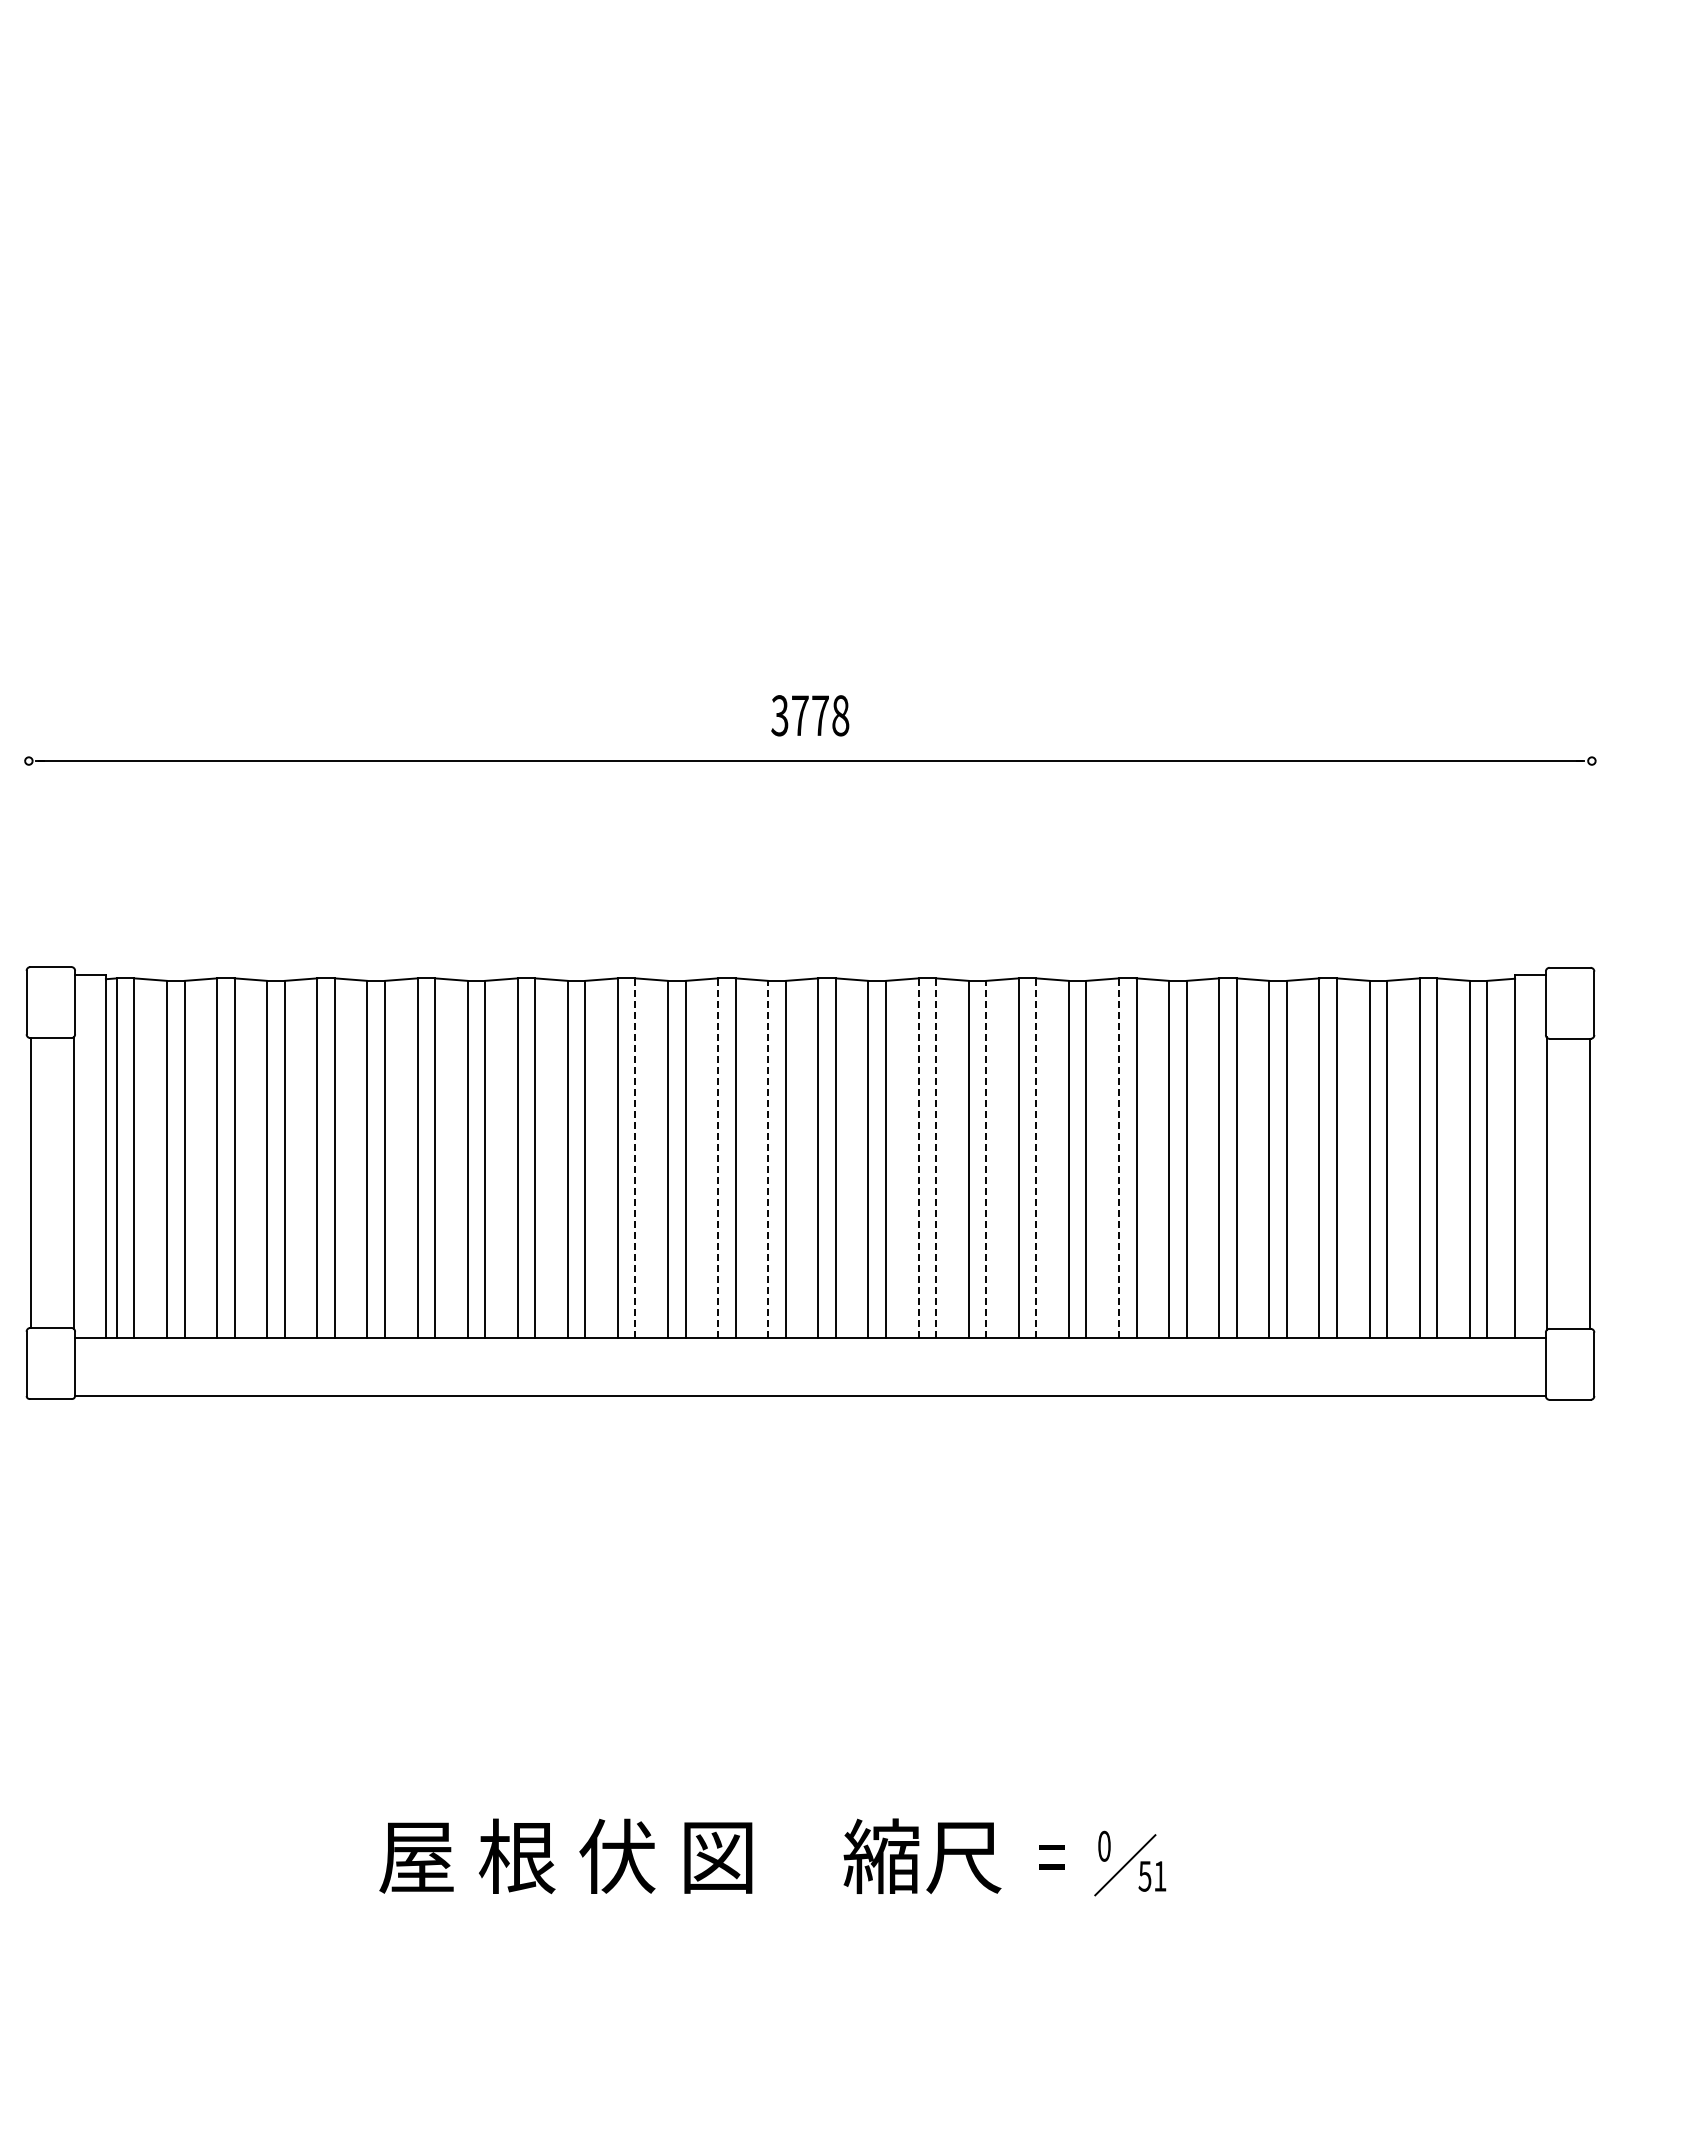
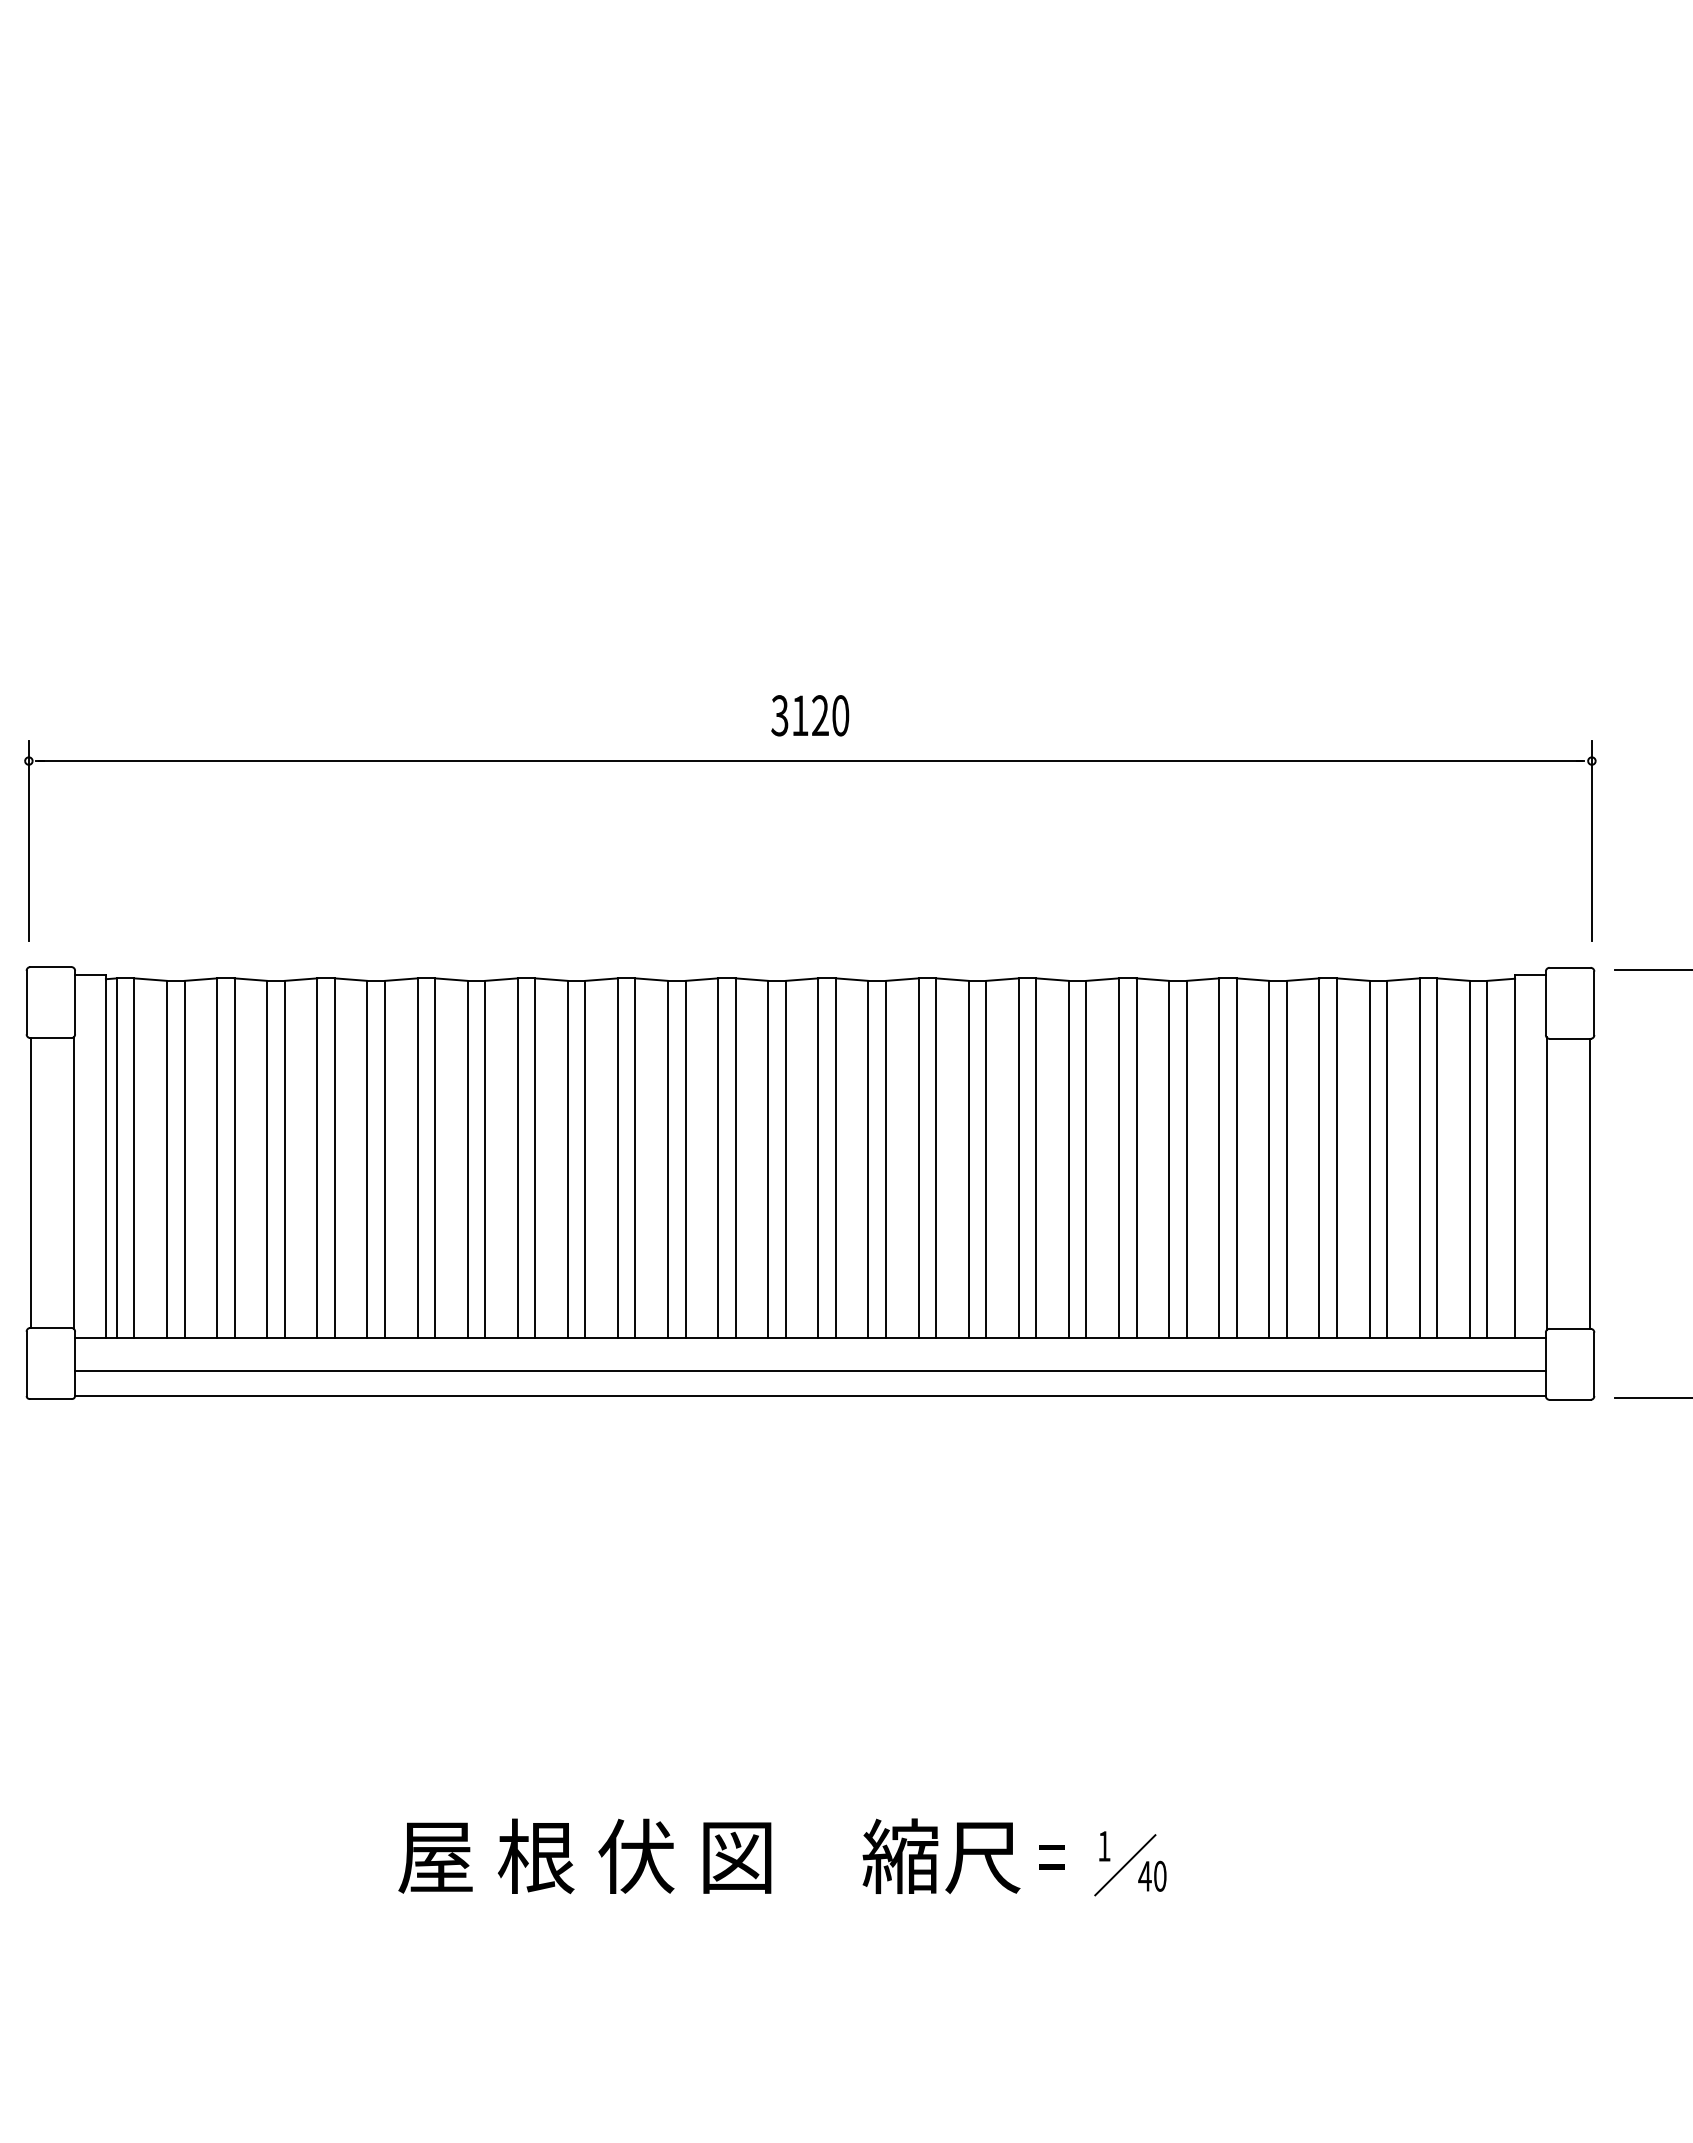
text at (820, 715): 3778 -> 3120
line at (28, 841): none -> present
line at (1591, 841): none -> present
line at (1651, 969): none -> present
line at (635, 1158): dashed -> solid
line at (718, 1158): dashed -> solid
line at (918, 1158): dashed -> solid
line at (936, 1158): dashed -> solid
line at (1036, 1158): dashed -> solid
line at (1118, 1158): dashed -> solid
line at (768, 1159): dashed -> solid
line at (986, 1159): dashed -> solid
line at (810, 1370): none -> present
line at (1651, 1398): none -> present
text at (1104, 1845): 0 -> 1
text at (690, 1856) position: (690, 1856) -> (709, 1856)
text at (1152, 1875): 51 -> 40
